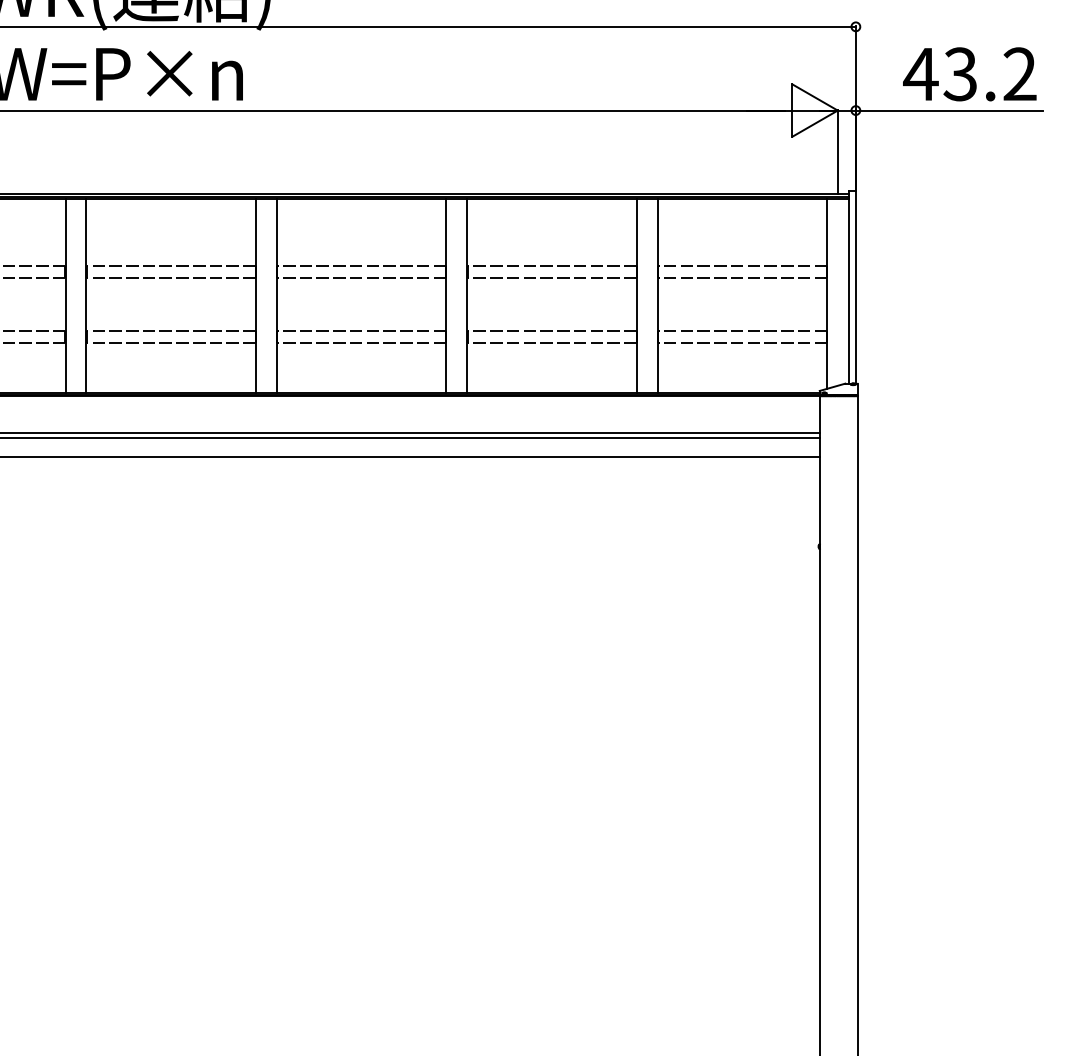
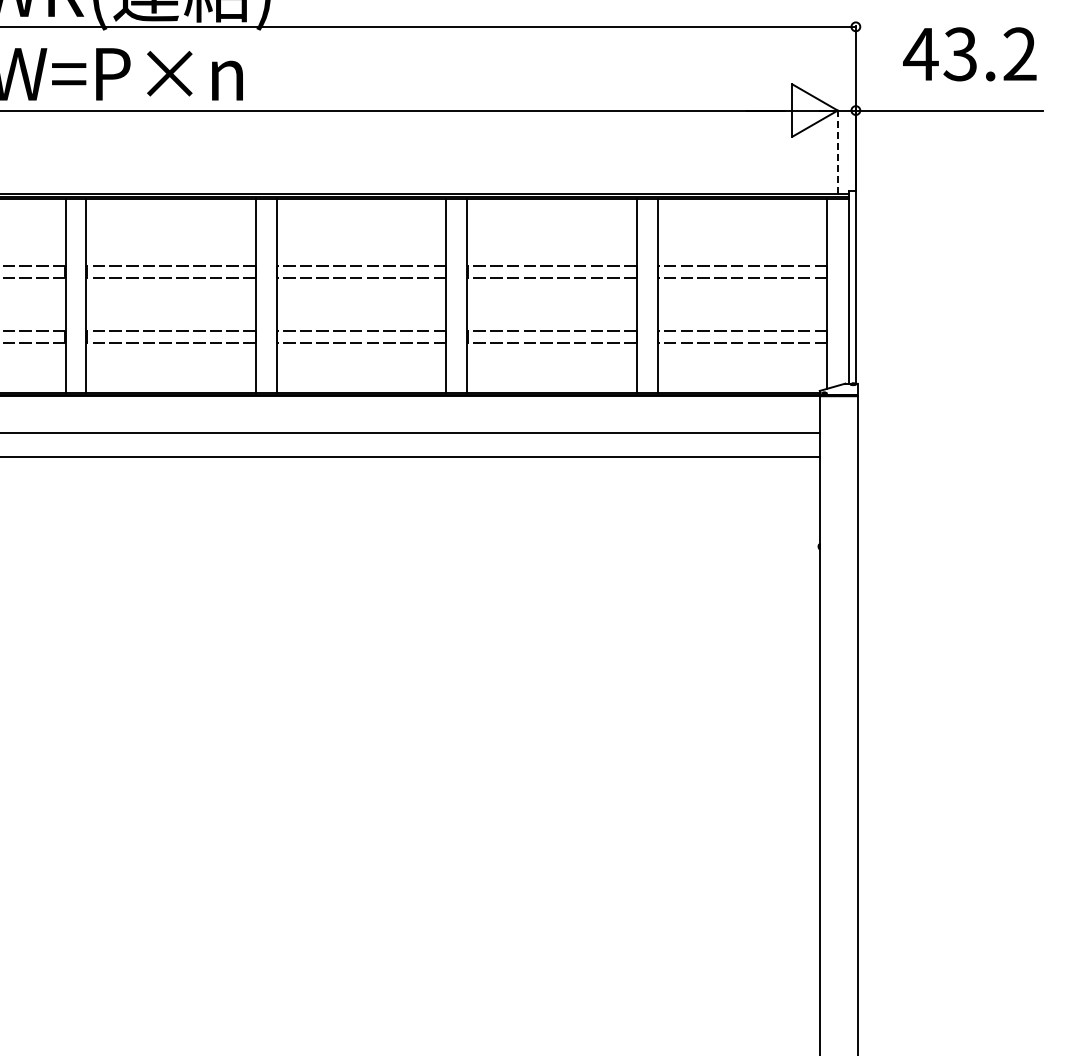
text at (969, 74) position: (969, 74) -> (969, 54)
line at (837, 152): solid -> dashed
line at (410, 437): present -> none
